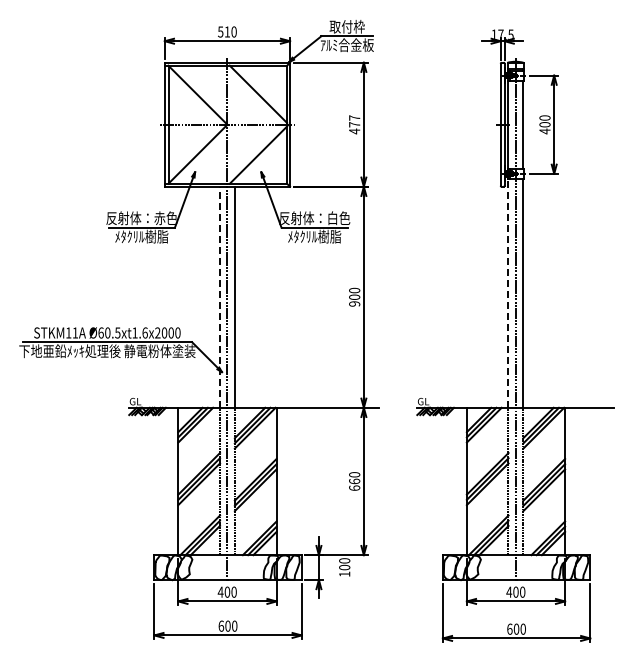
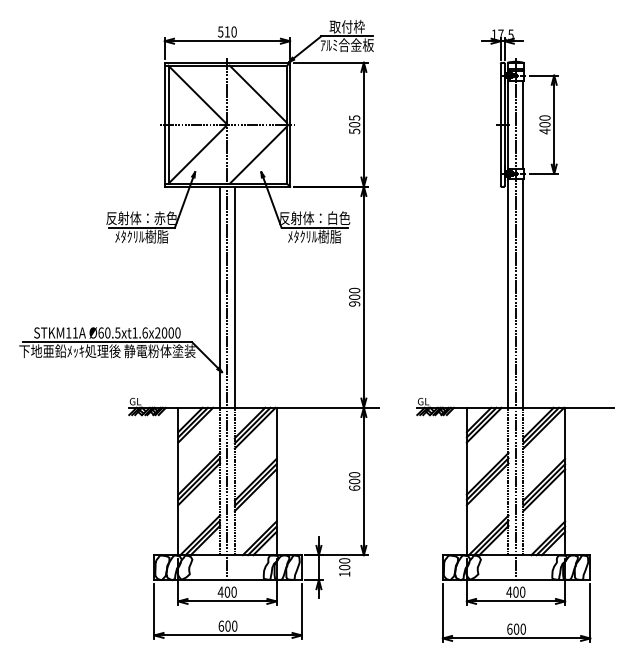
text at (354, 124): 477 -> 505
line at (508, 293): dashed -> solid
line at (220, 297): dashed -> solid
text at (354, 481): 660 -> 600
